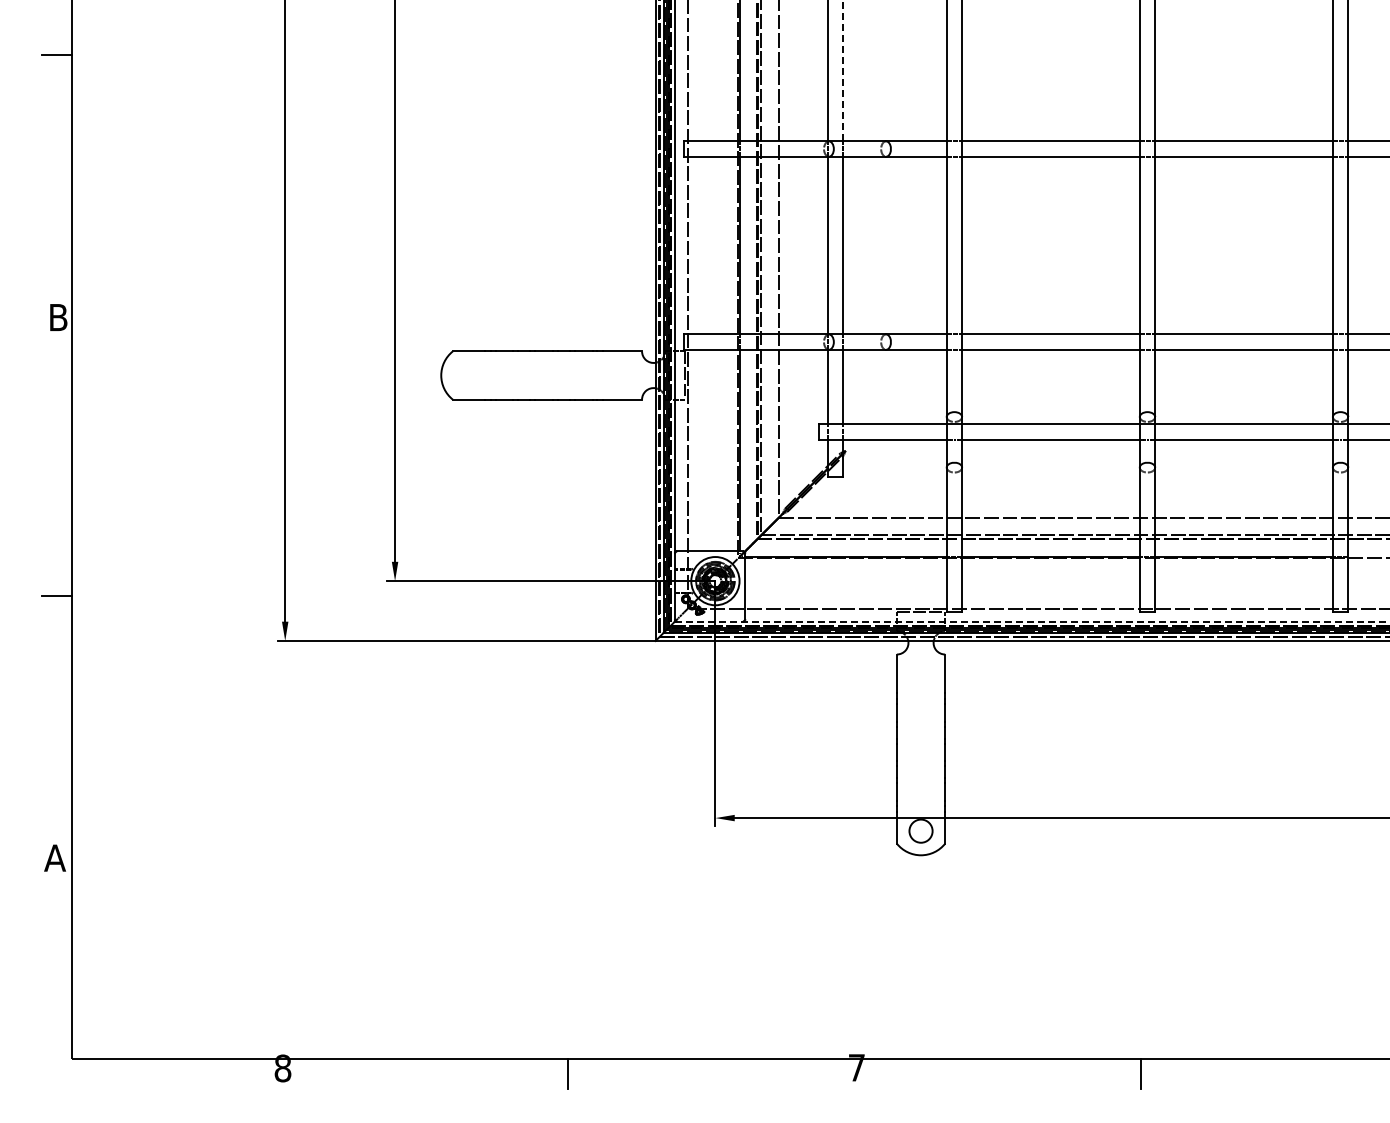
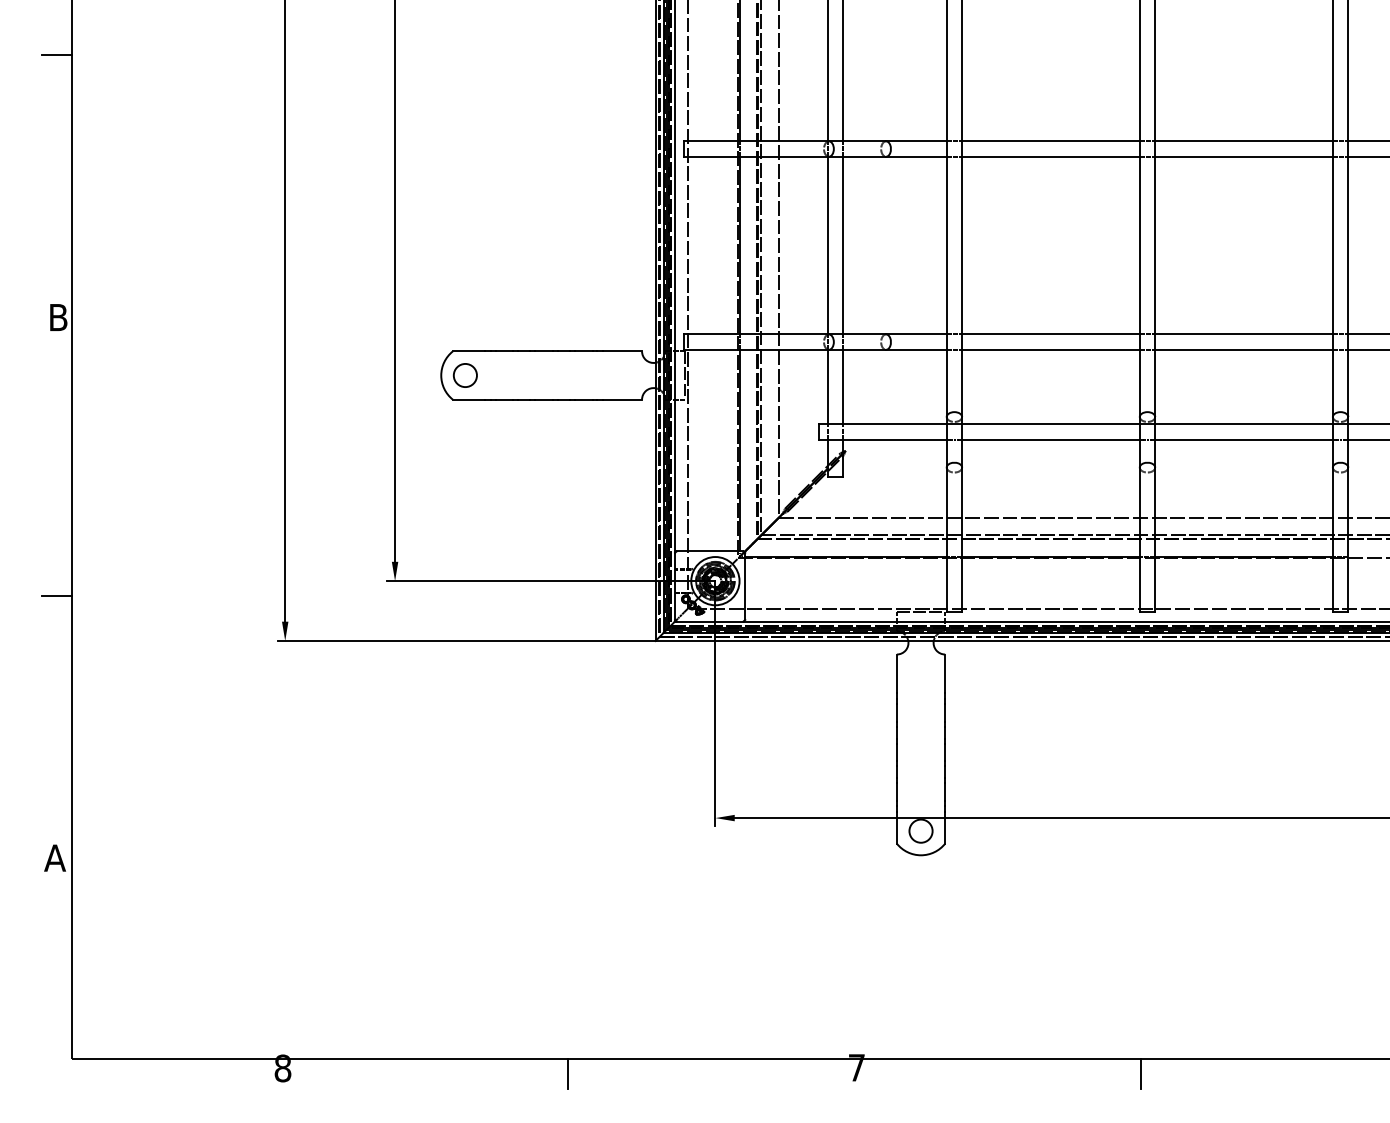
line at (843, 70): dashed -> solid
circle at (464, 375): none -> present
line at (1032, 621): dashed -> solid
